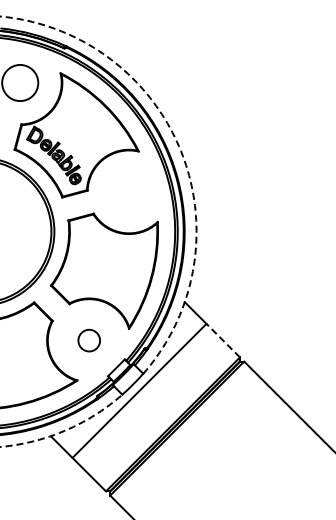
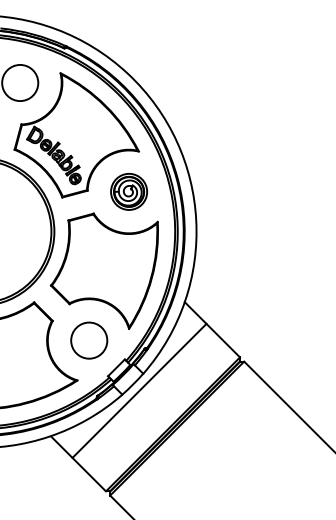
arc at (147, 95): dashed -> solid
part at (129, 191): none -> present
circle at (89, 340) diameter: 22 px -> 36 px
line at (223, 340): dashed -> solid
